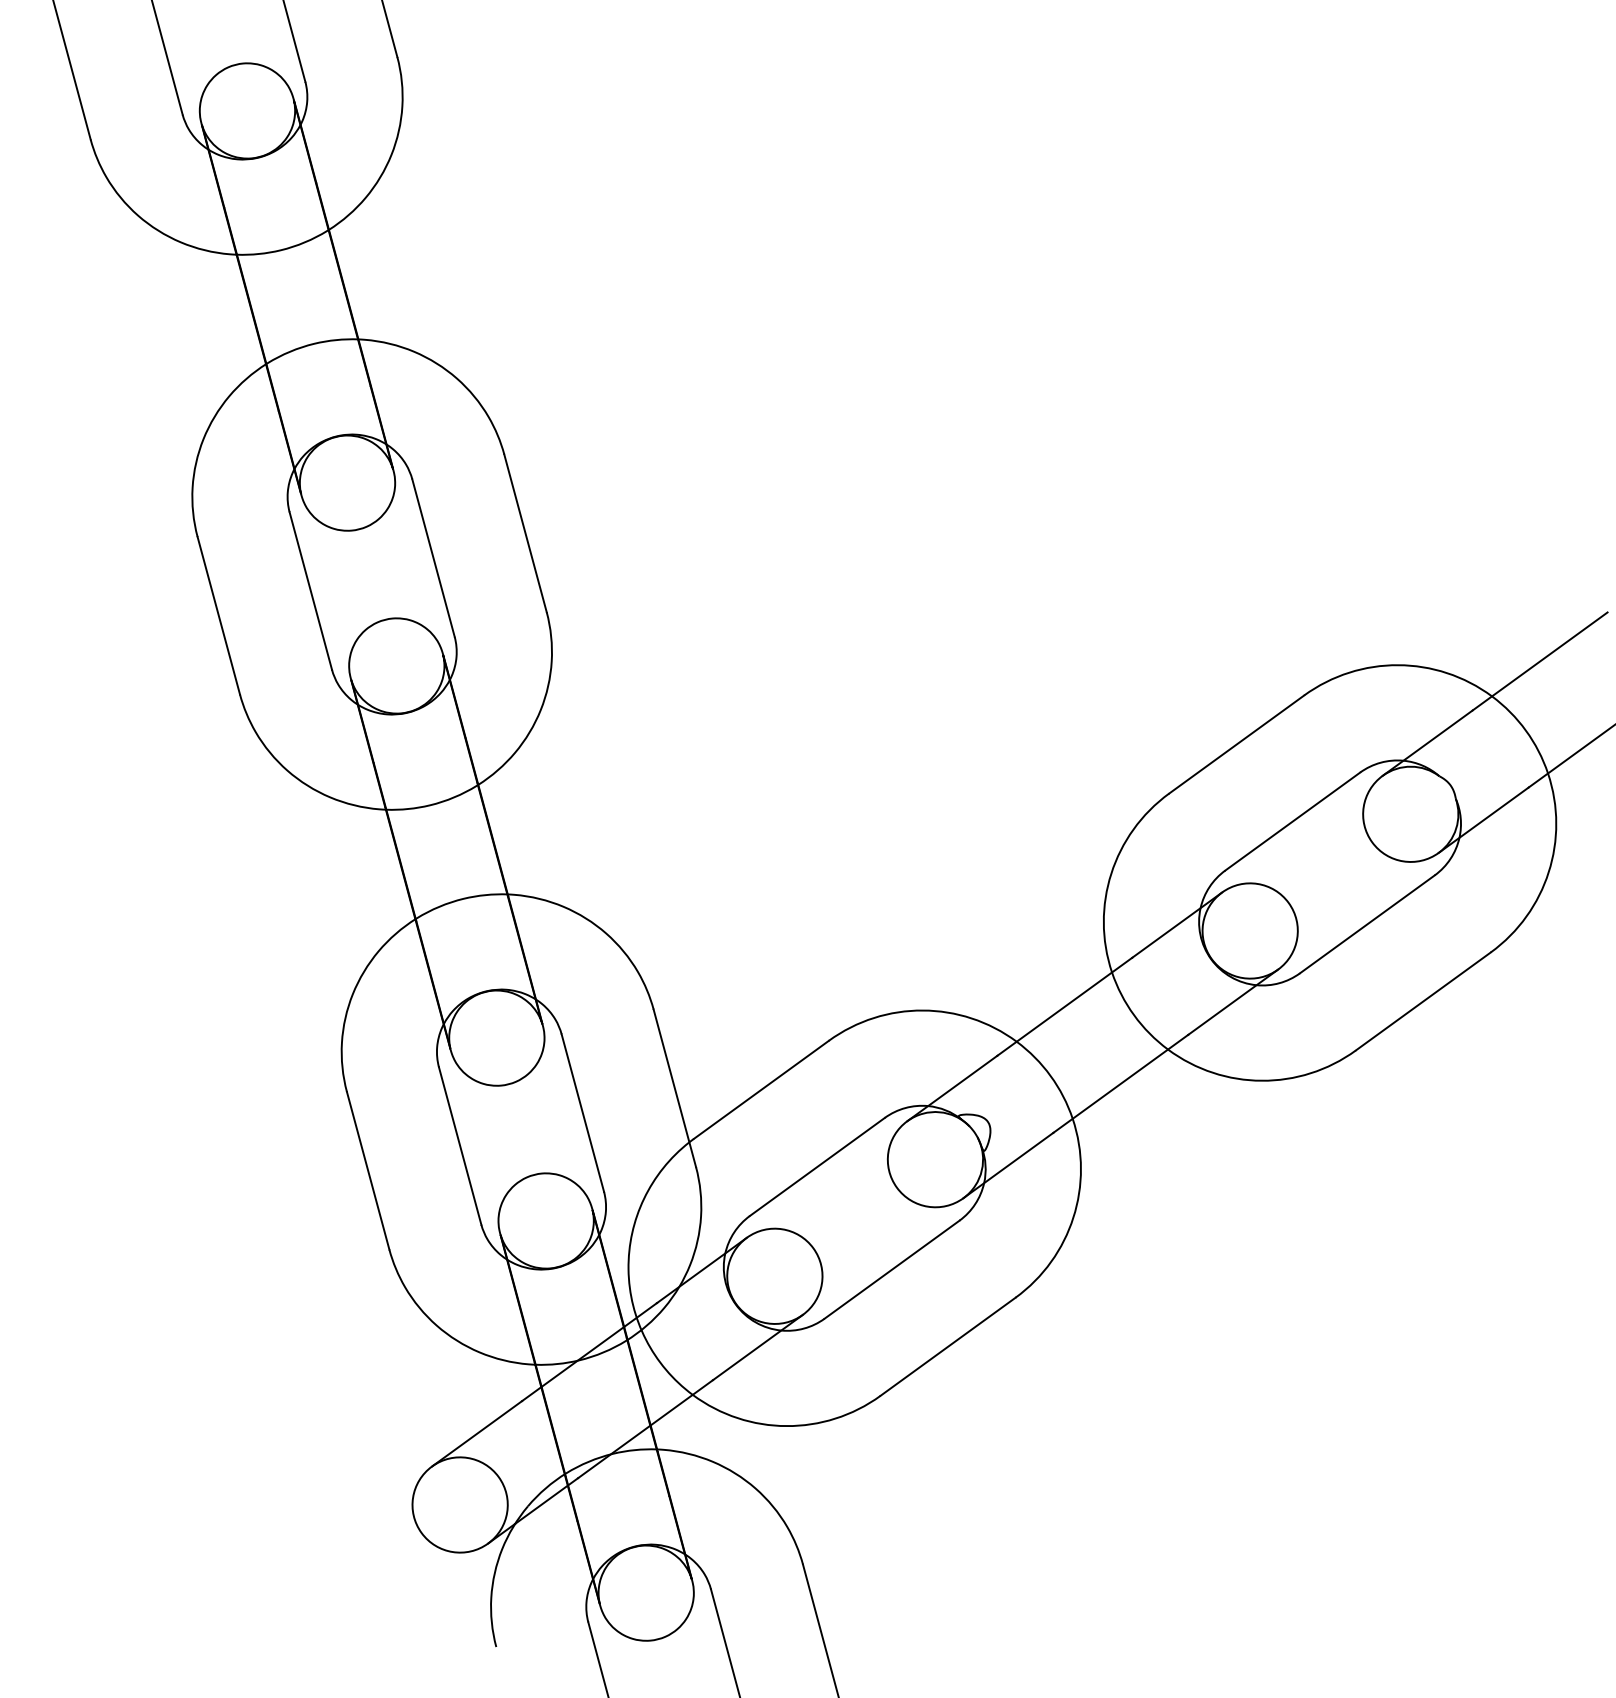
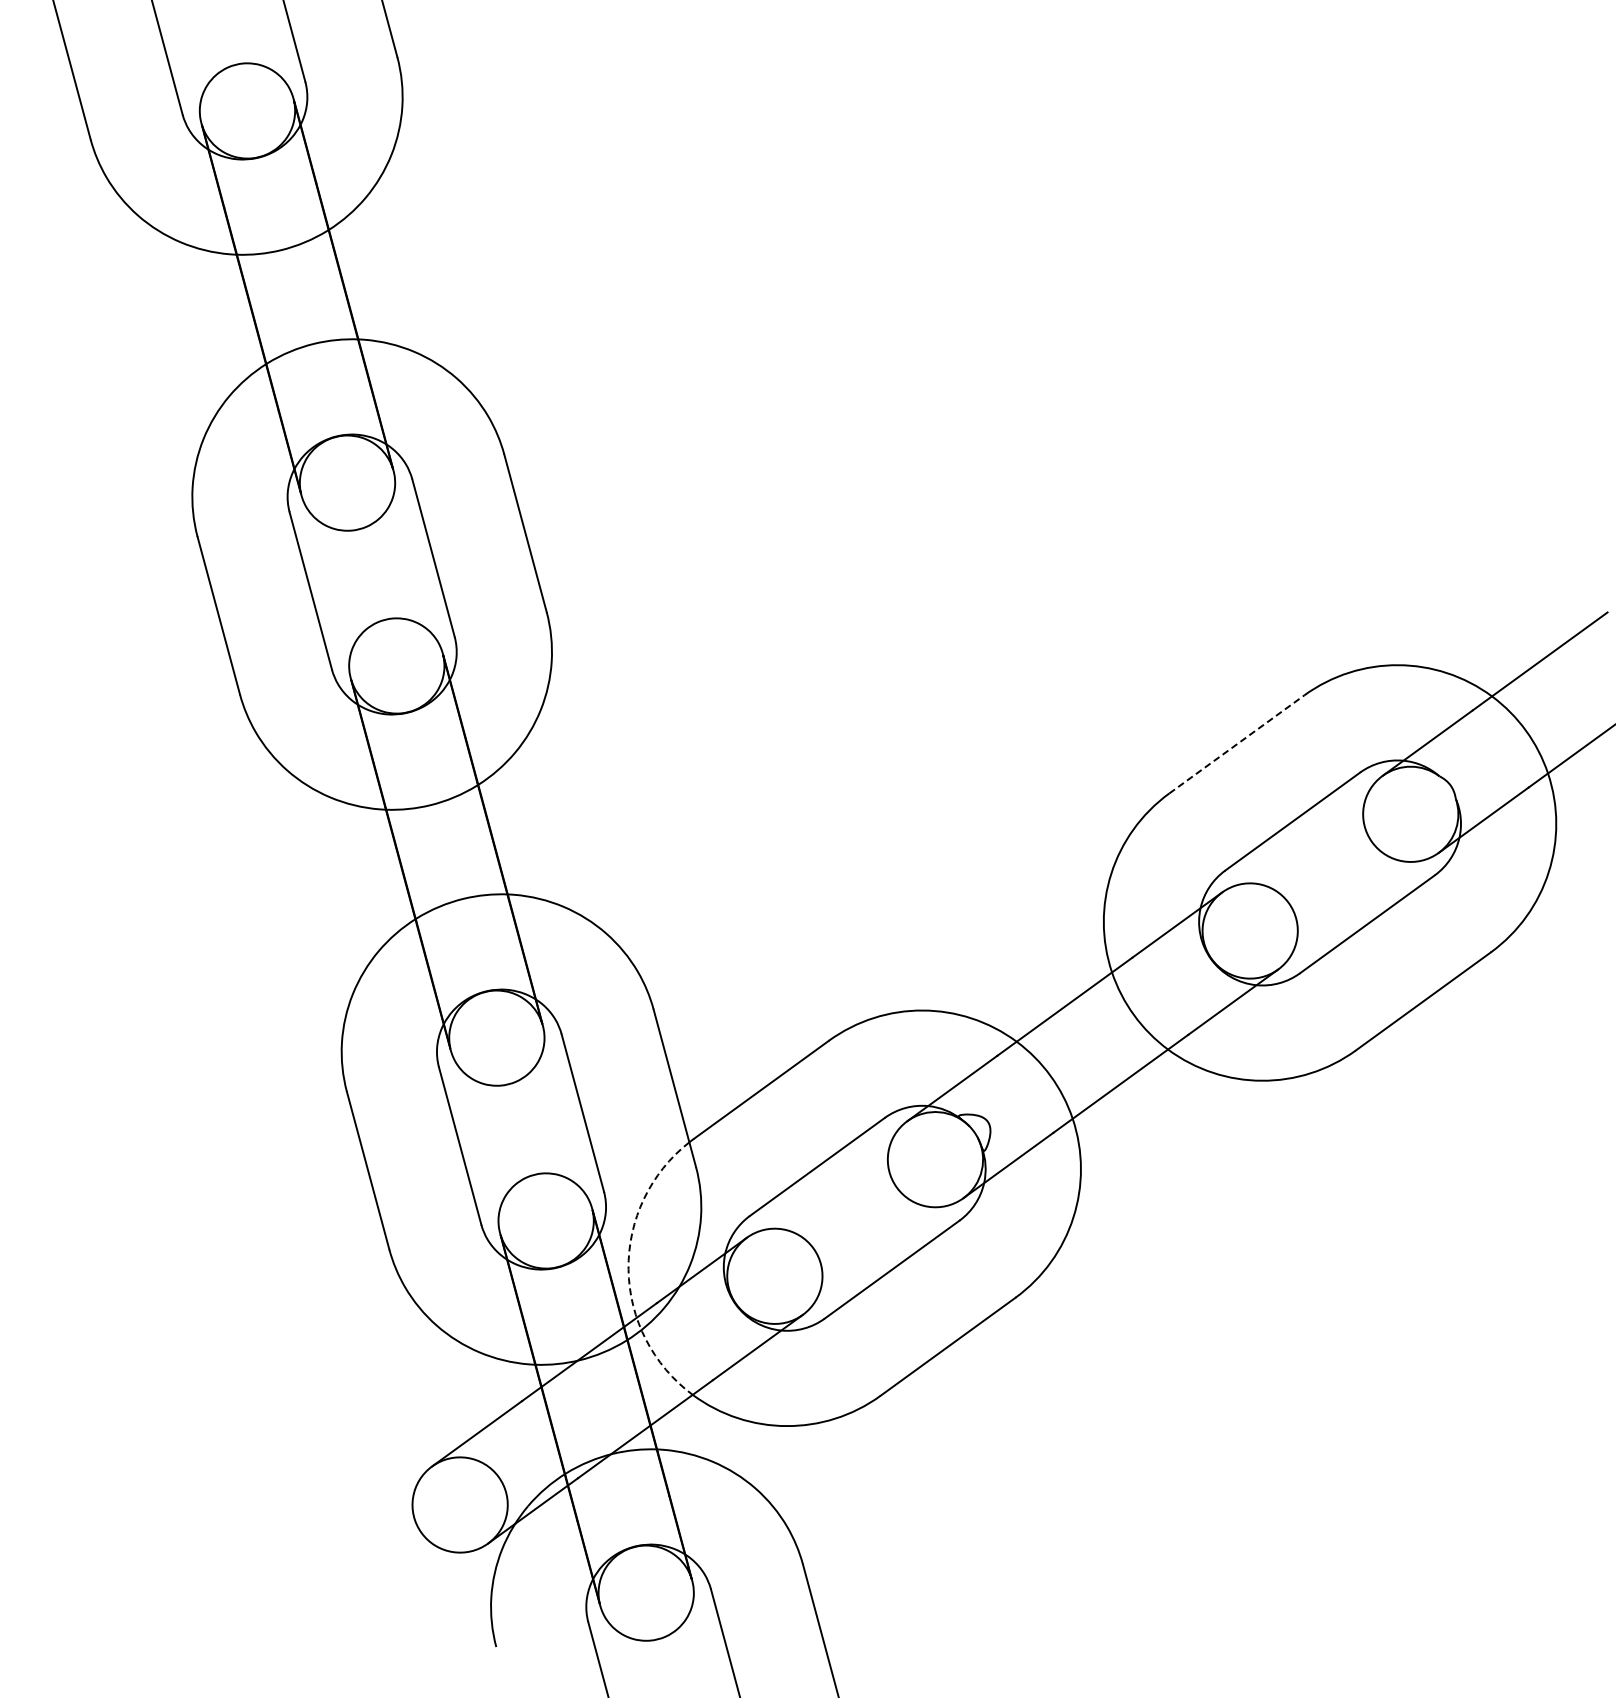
line at (1237, 744): solid -> dashed
arc at (628, 1269): solid -> dashed
